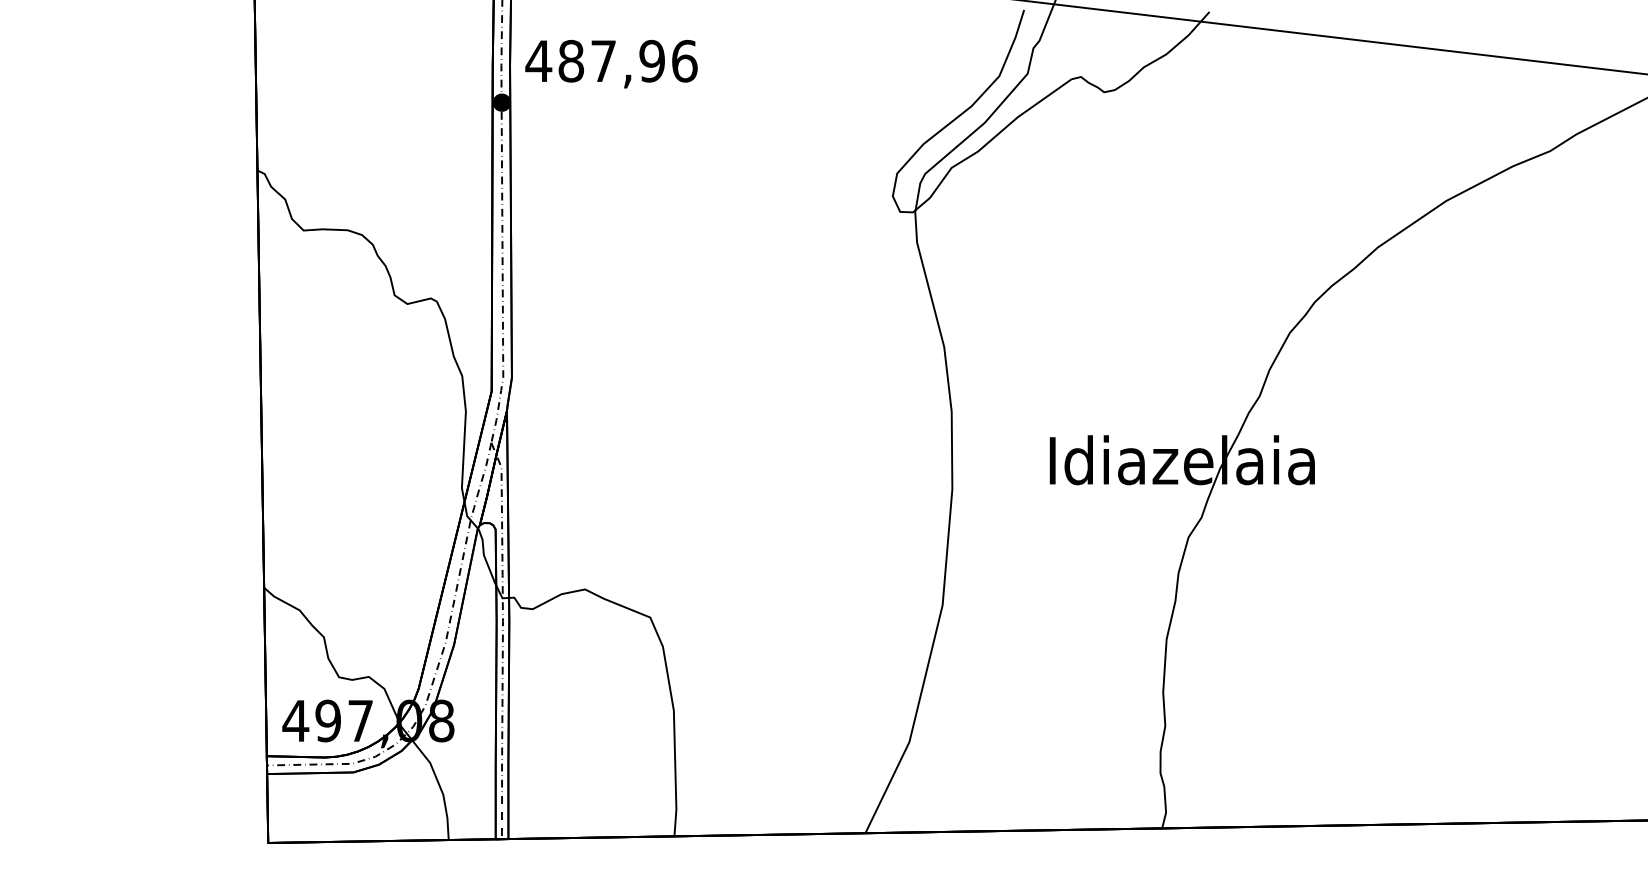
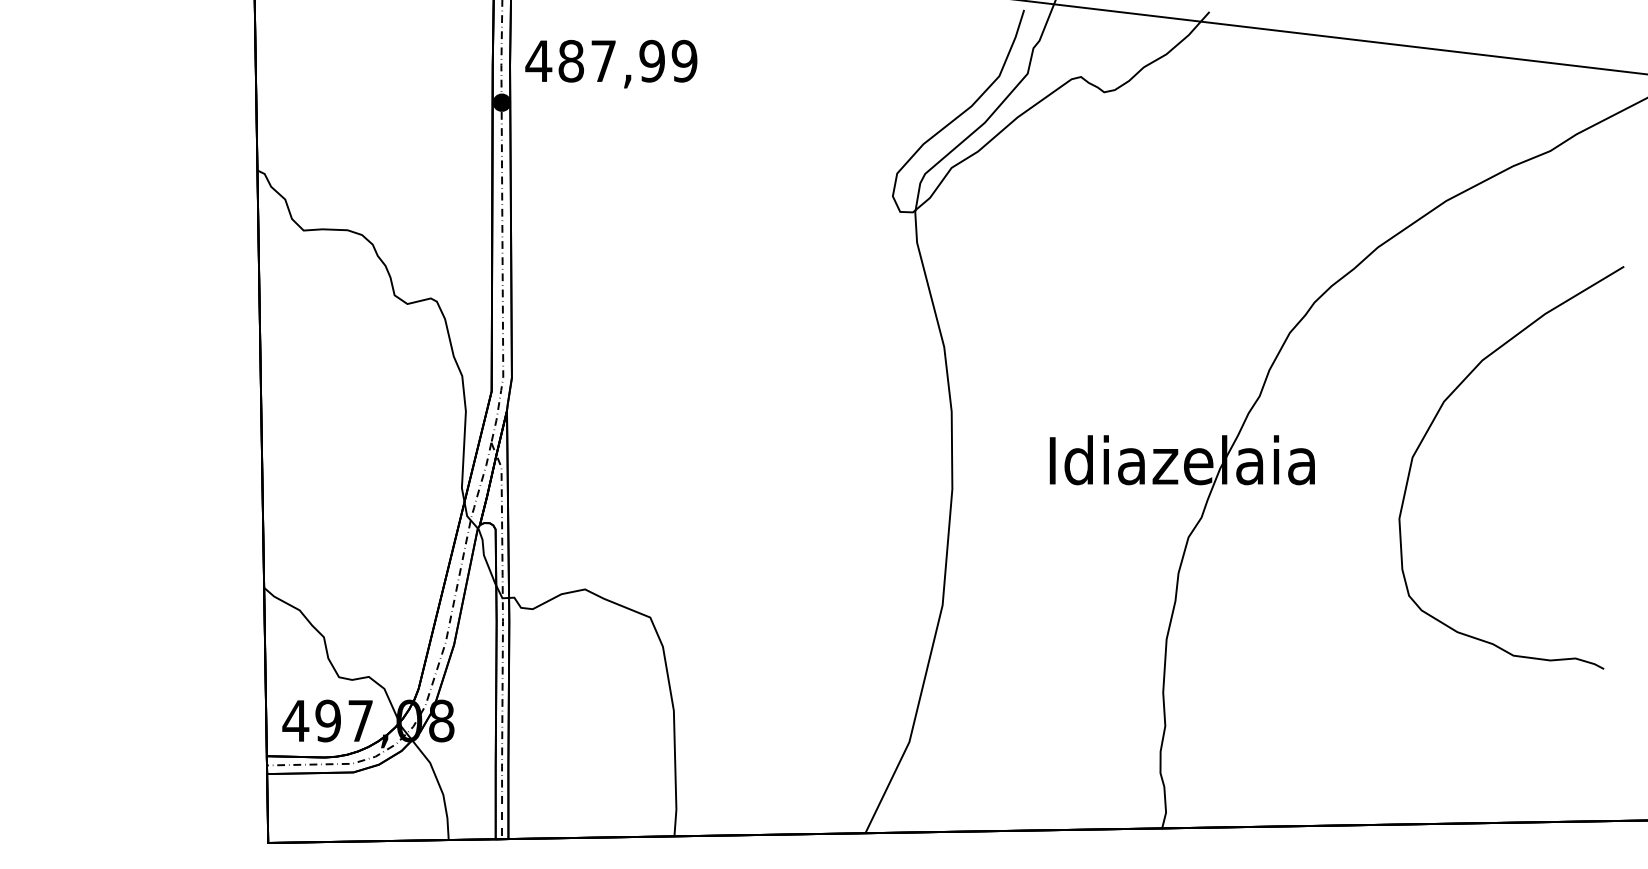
text at (684, 60): 487,96 -> 487,99
curve at (1431, 426): none -> present
